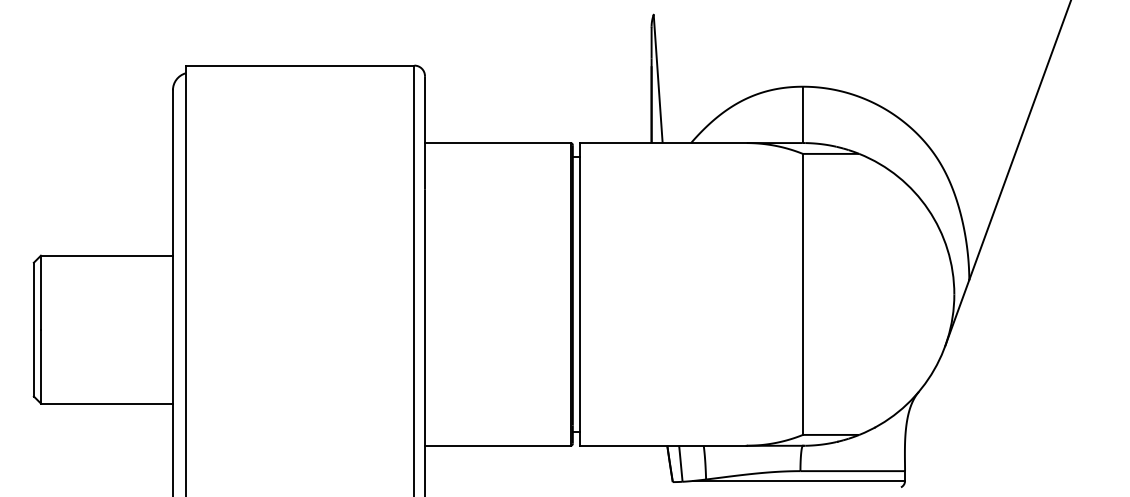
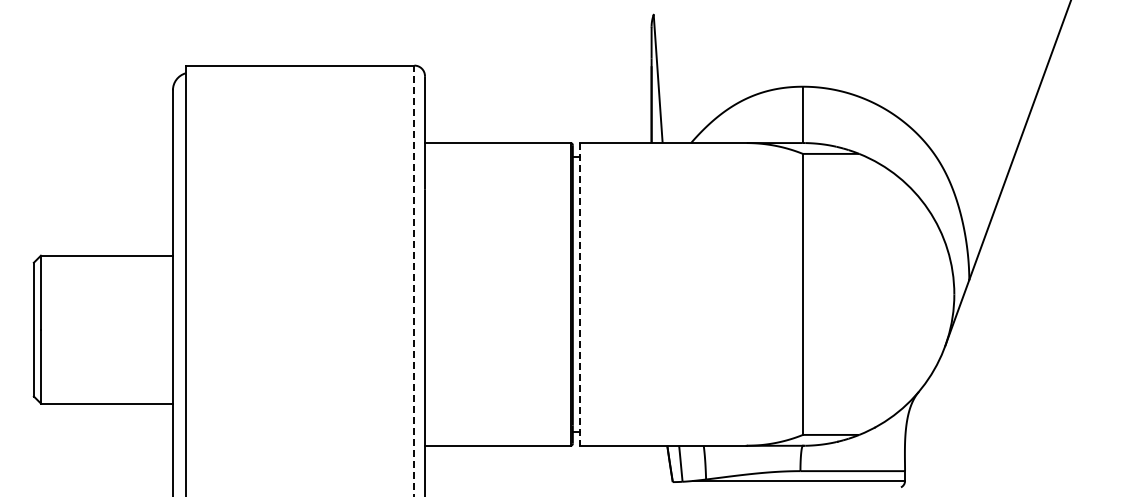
line at (414, 280): solid -> dashed
line at (579, 294): solid -> dashed
